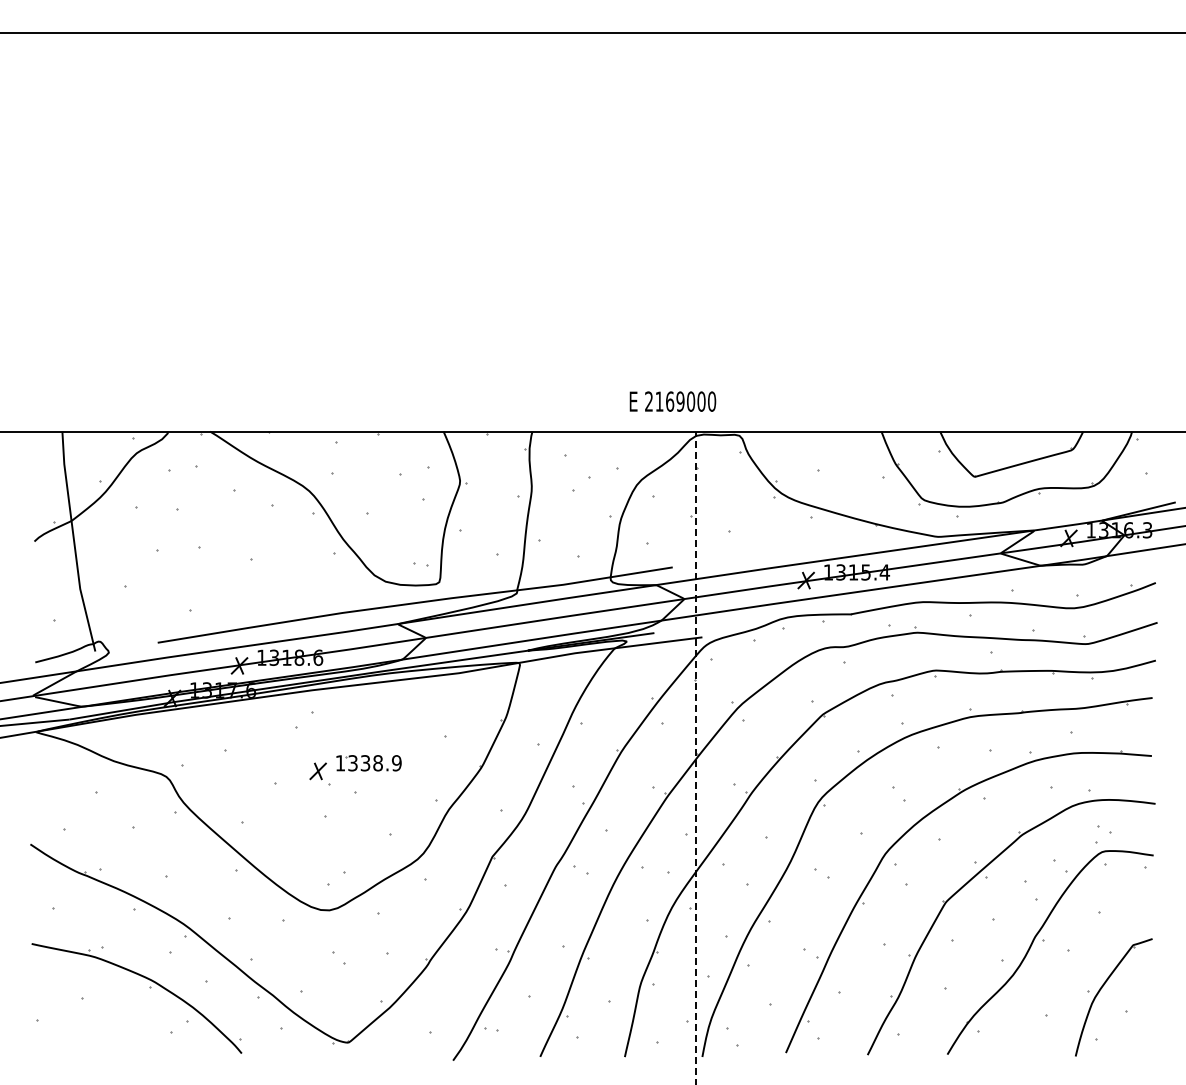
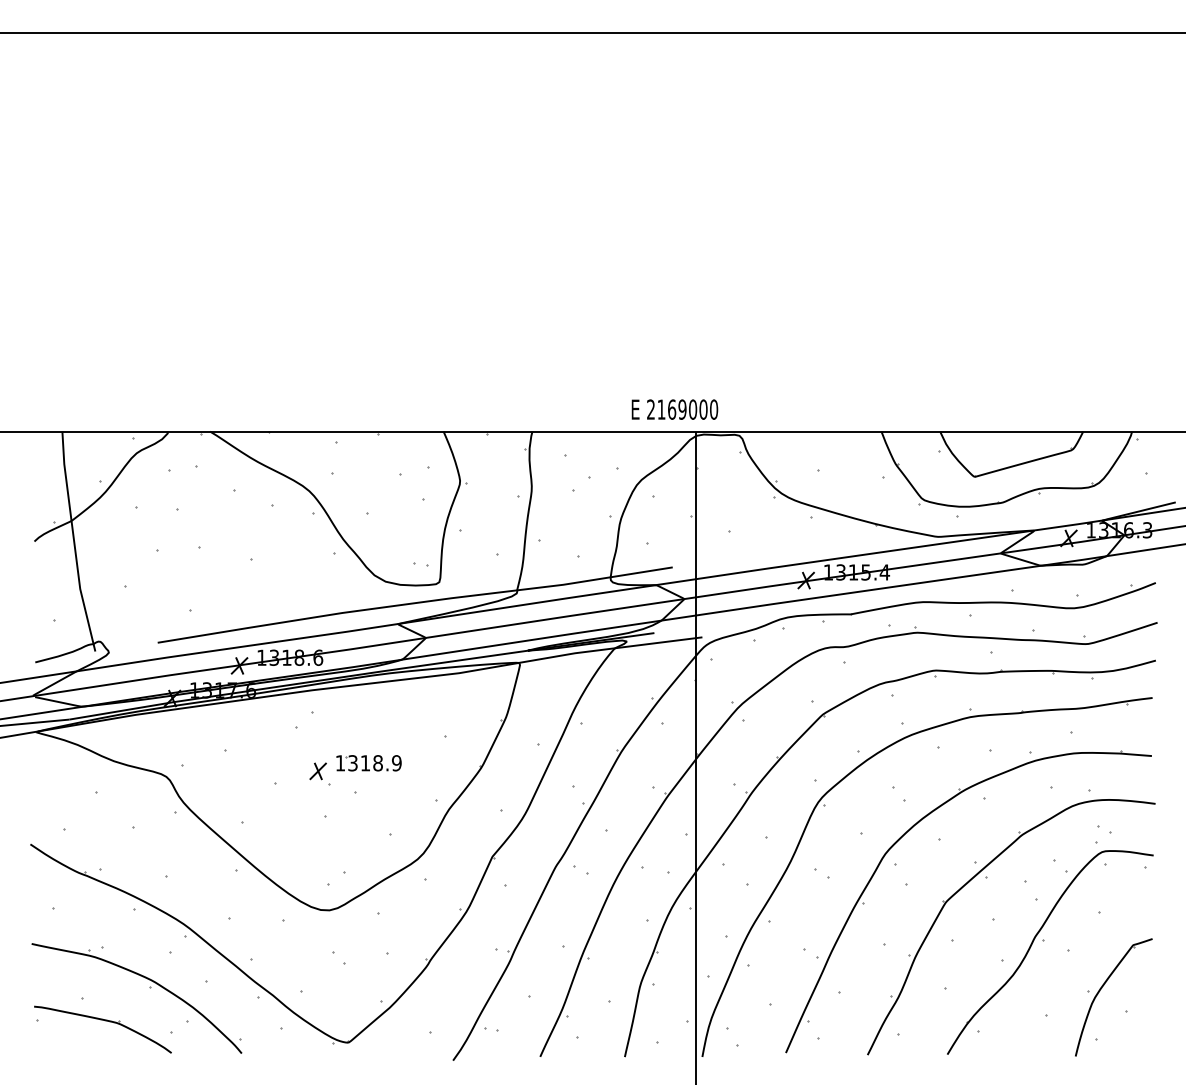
text at (672, 401) position: (672, 401) -> (674, 409)
line at (695, 757): dashed -> solid
text at (365, 763): 1338.9 -> 1318.9
part at (105, 1021): none -> present
